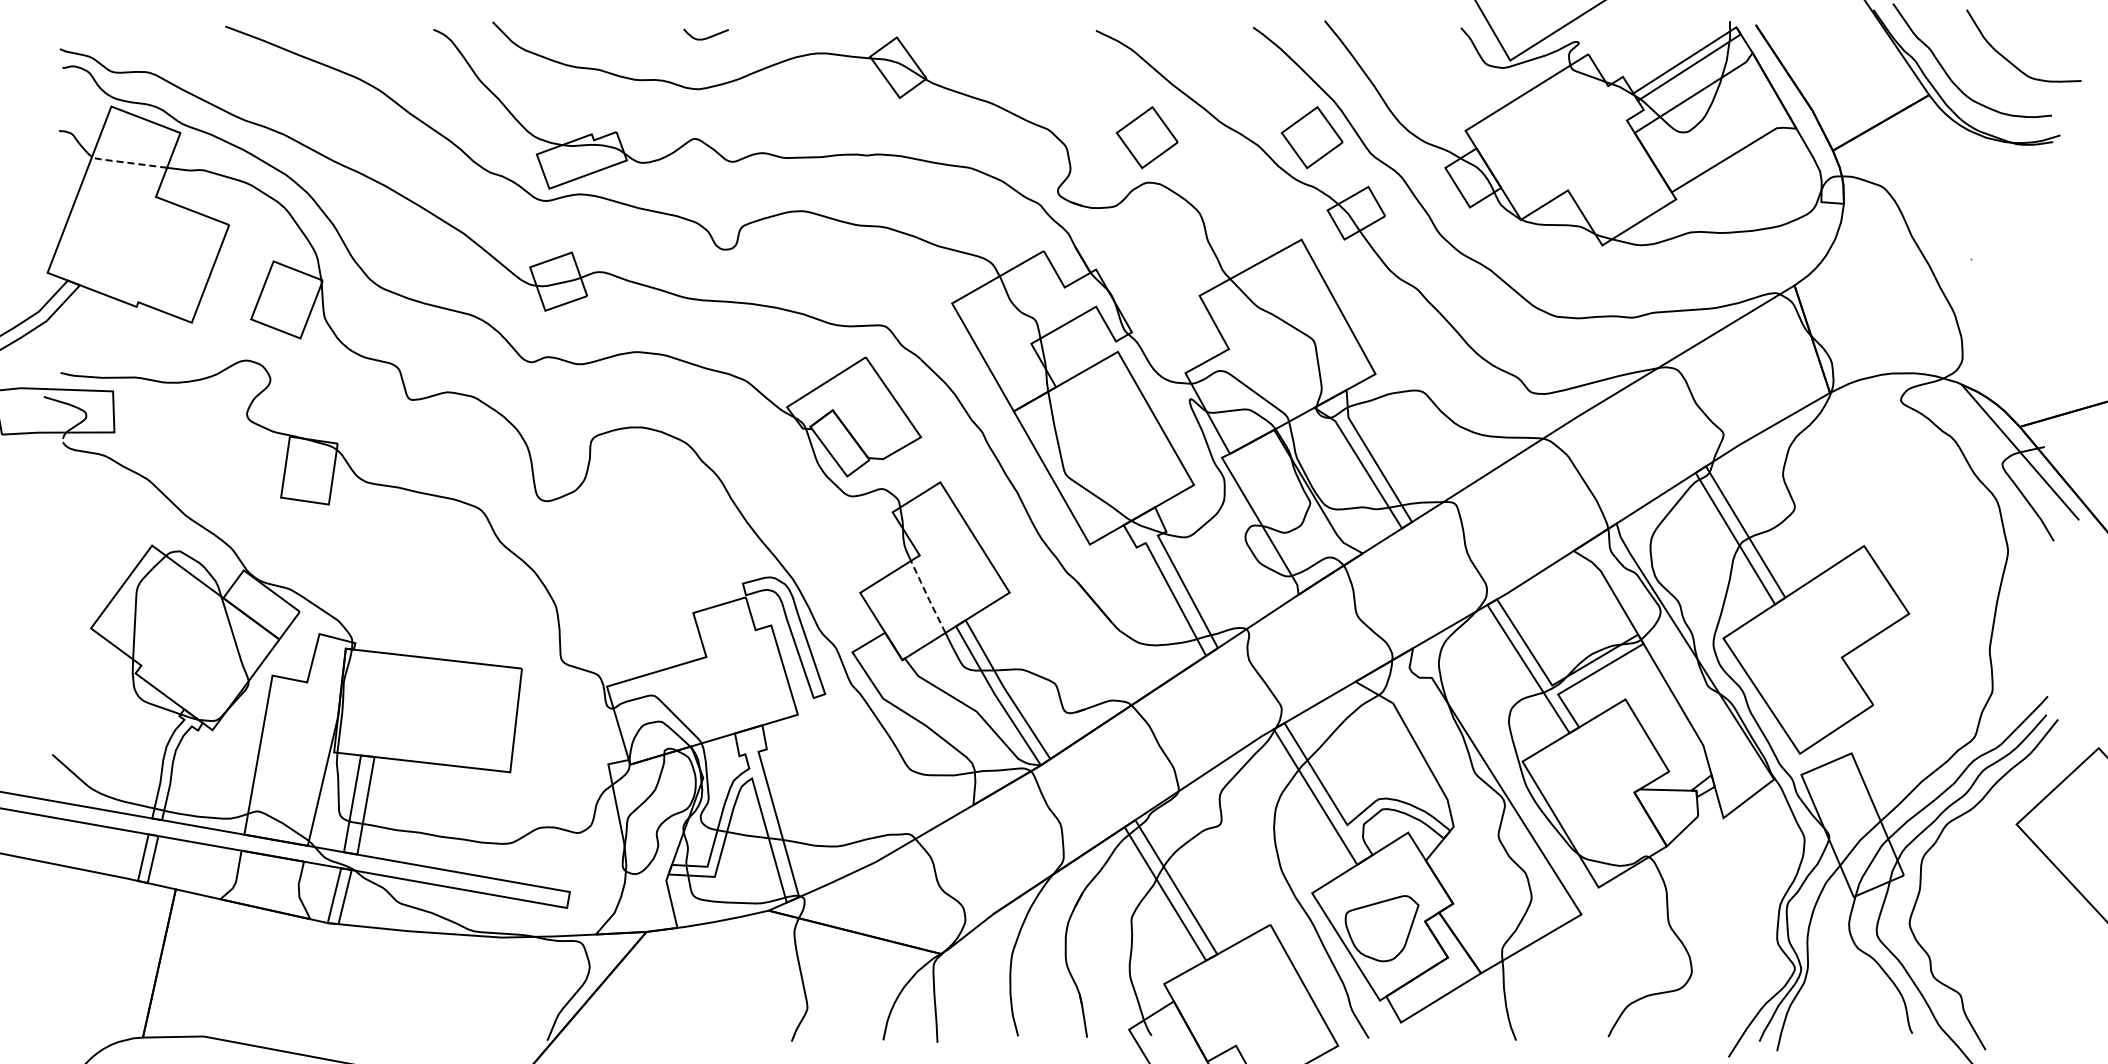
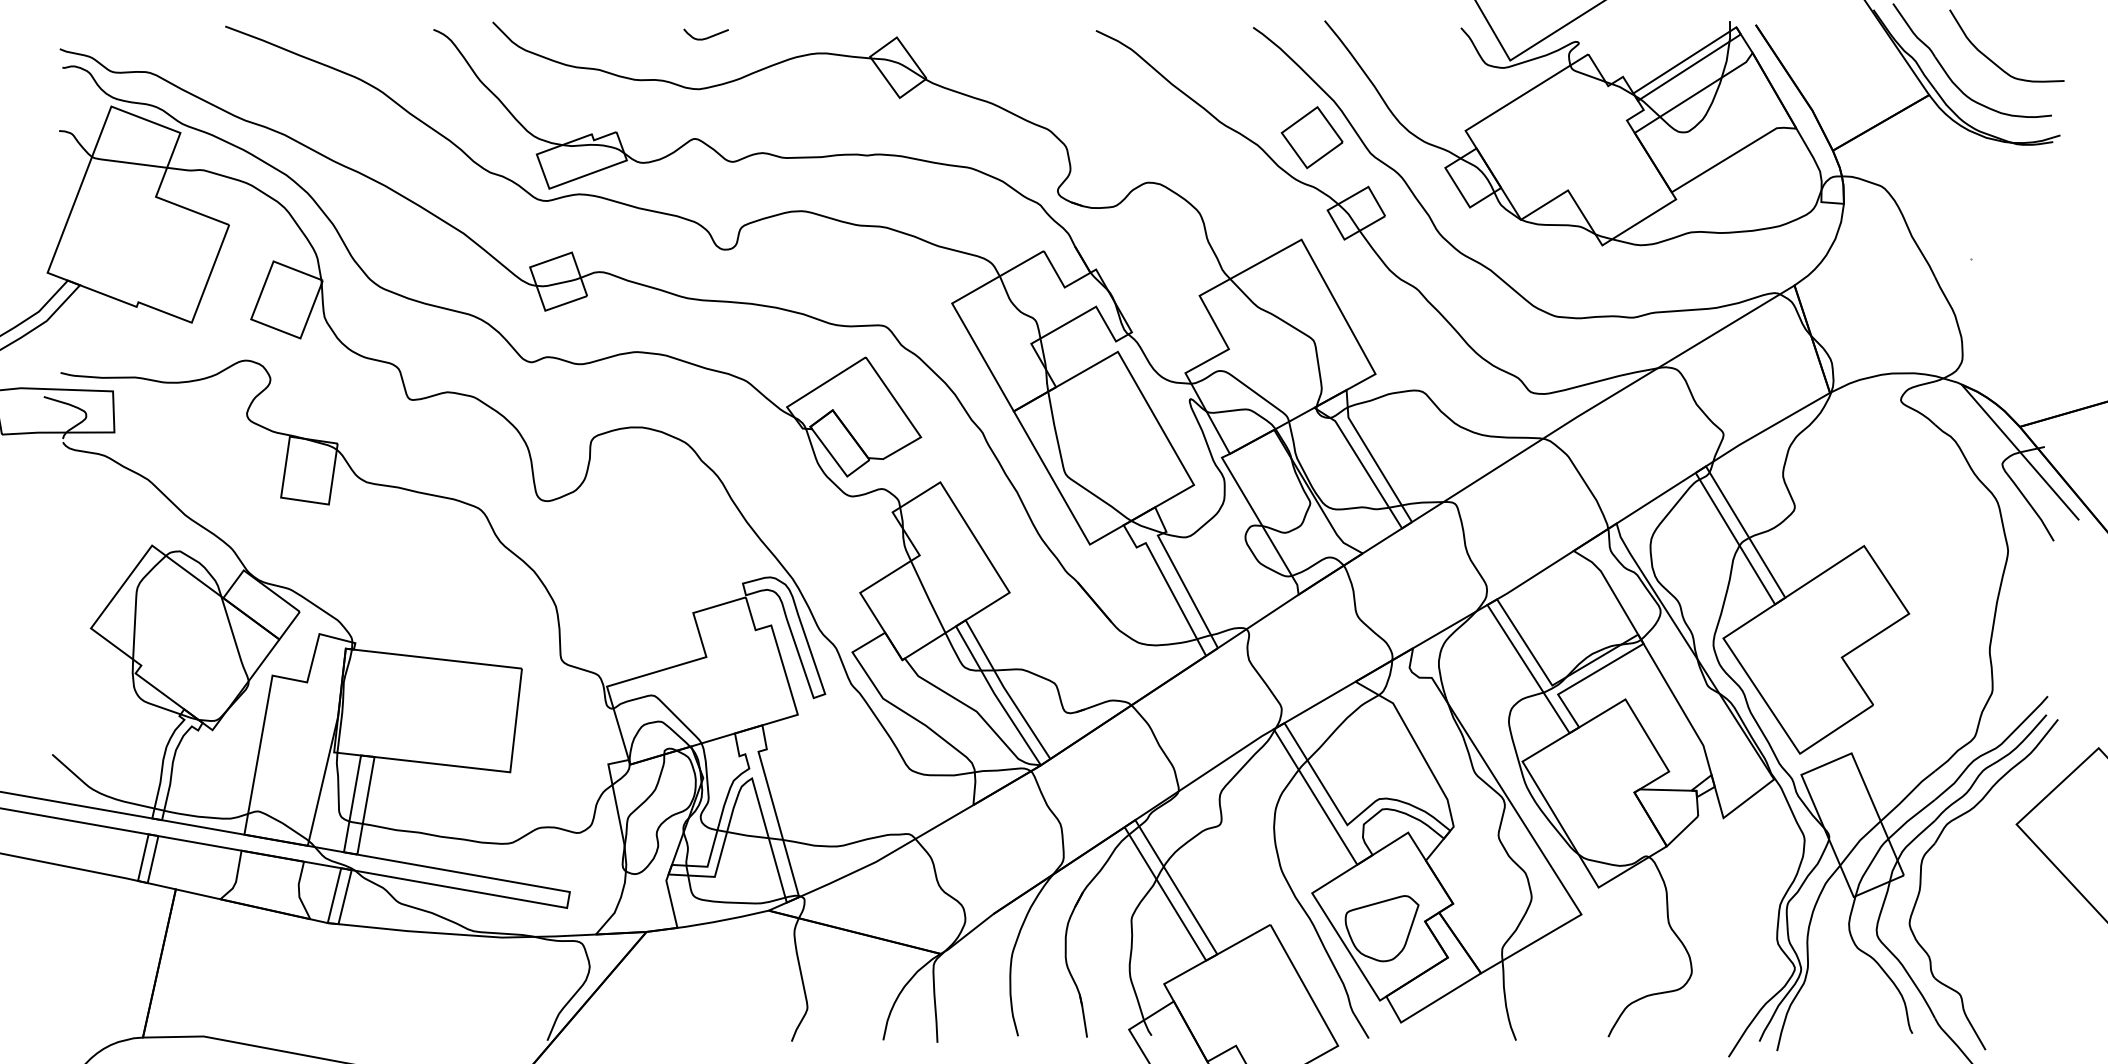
curve at (2008, 59) position: (2008, 59) -> (1991, 59)
part at (1146, 137): present -> none
line at (127, 162): dashed -> solid
line at (928, 597): dashed -> solid
